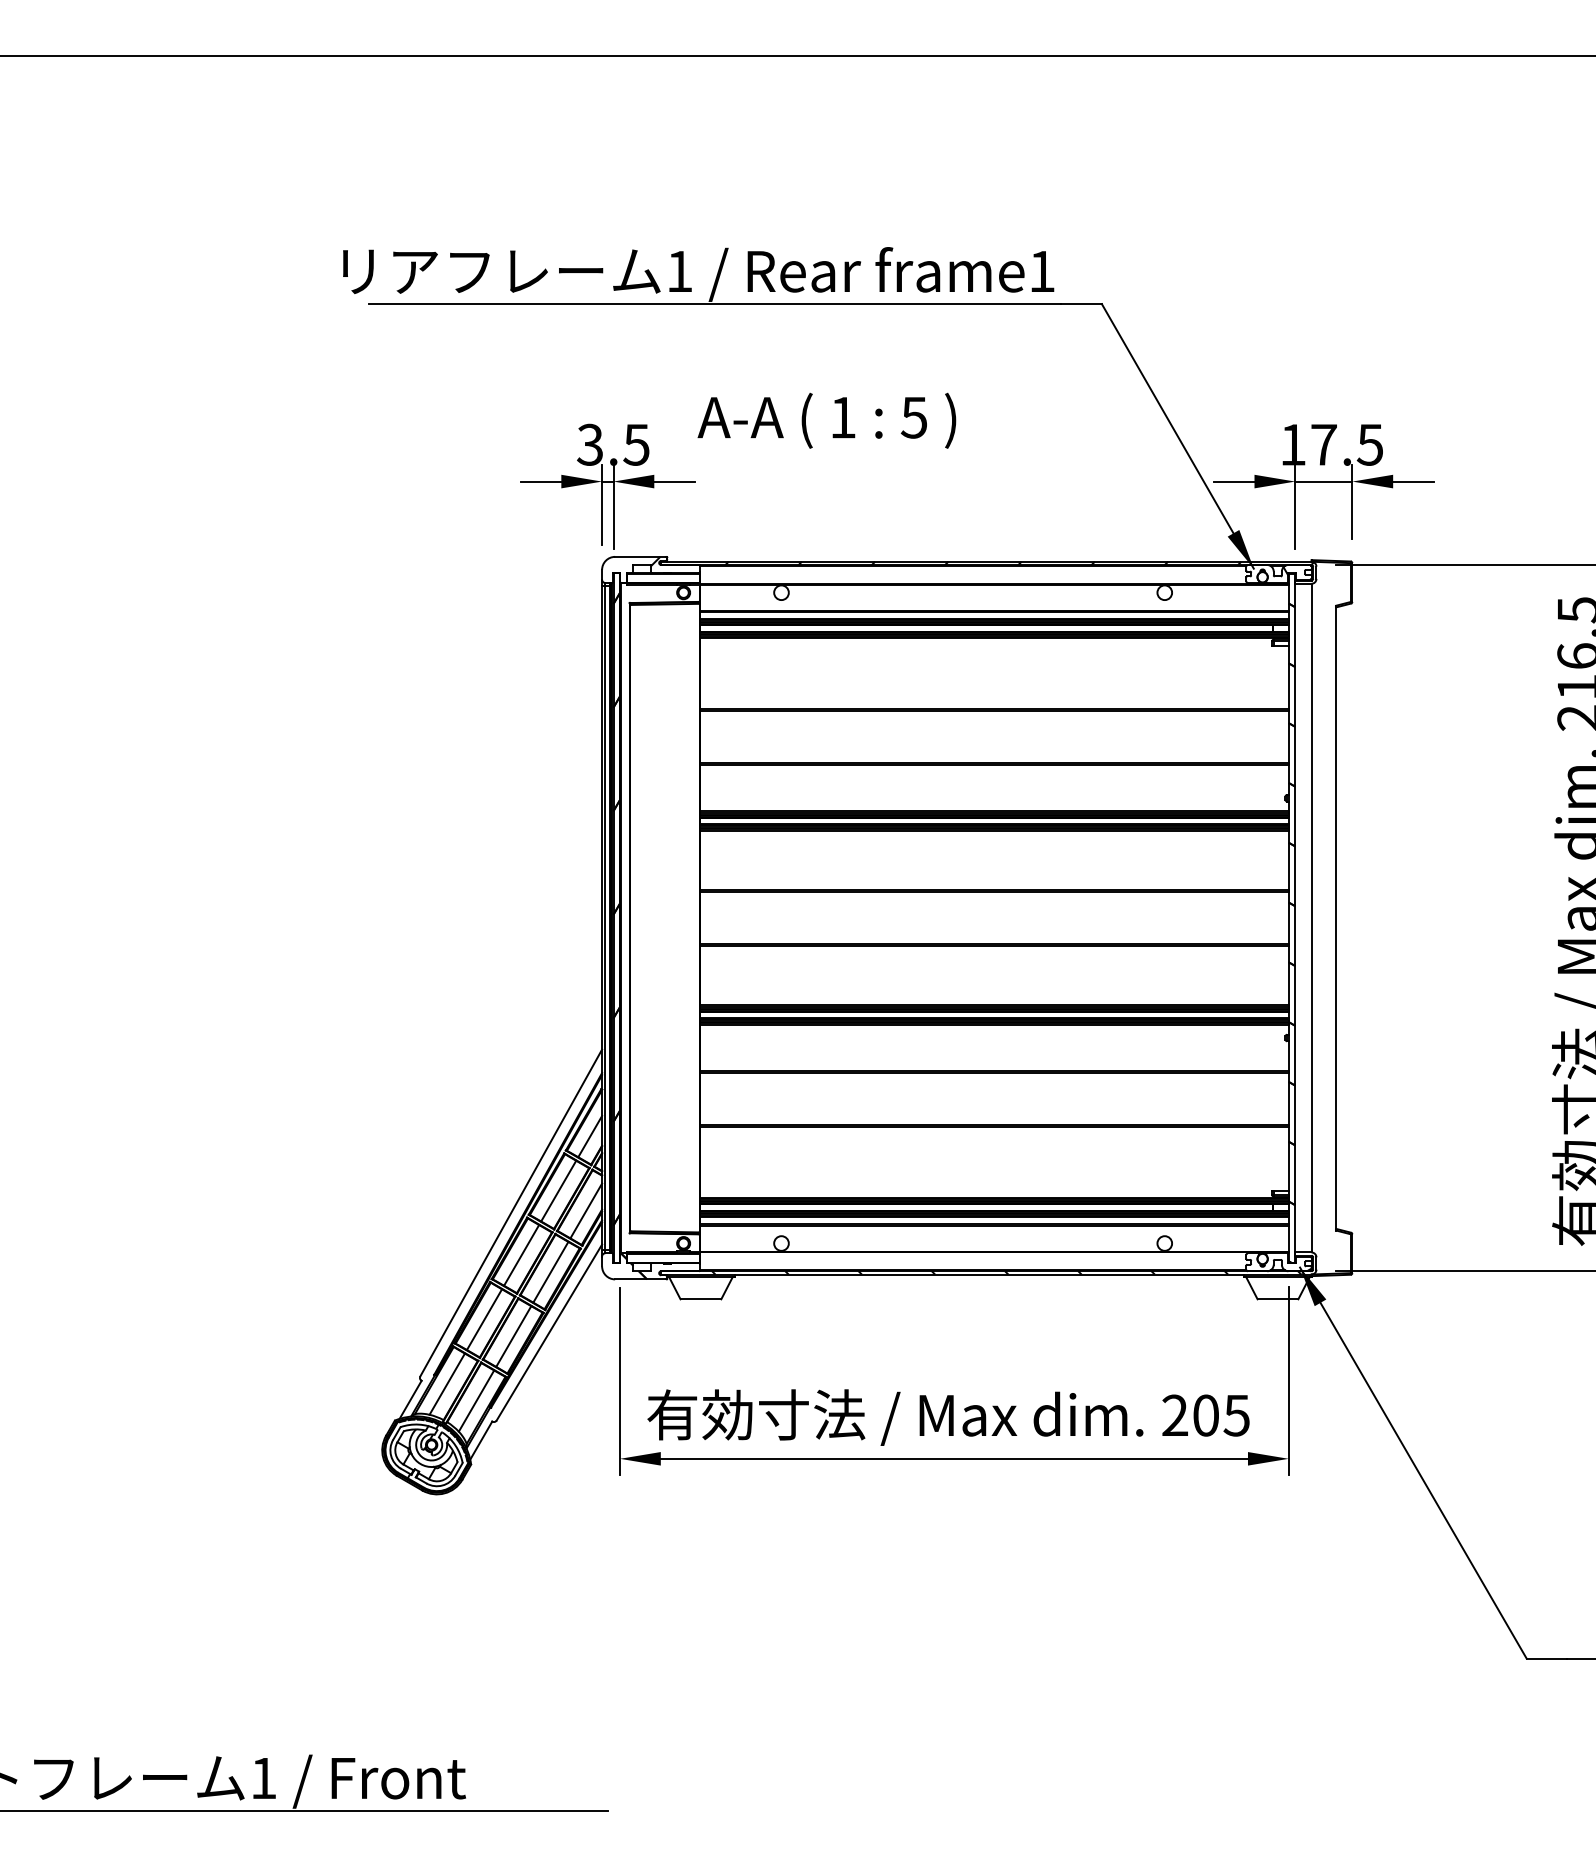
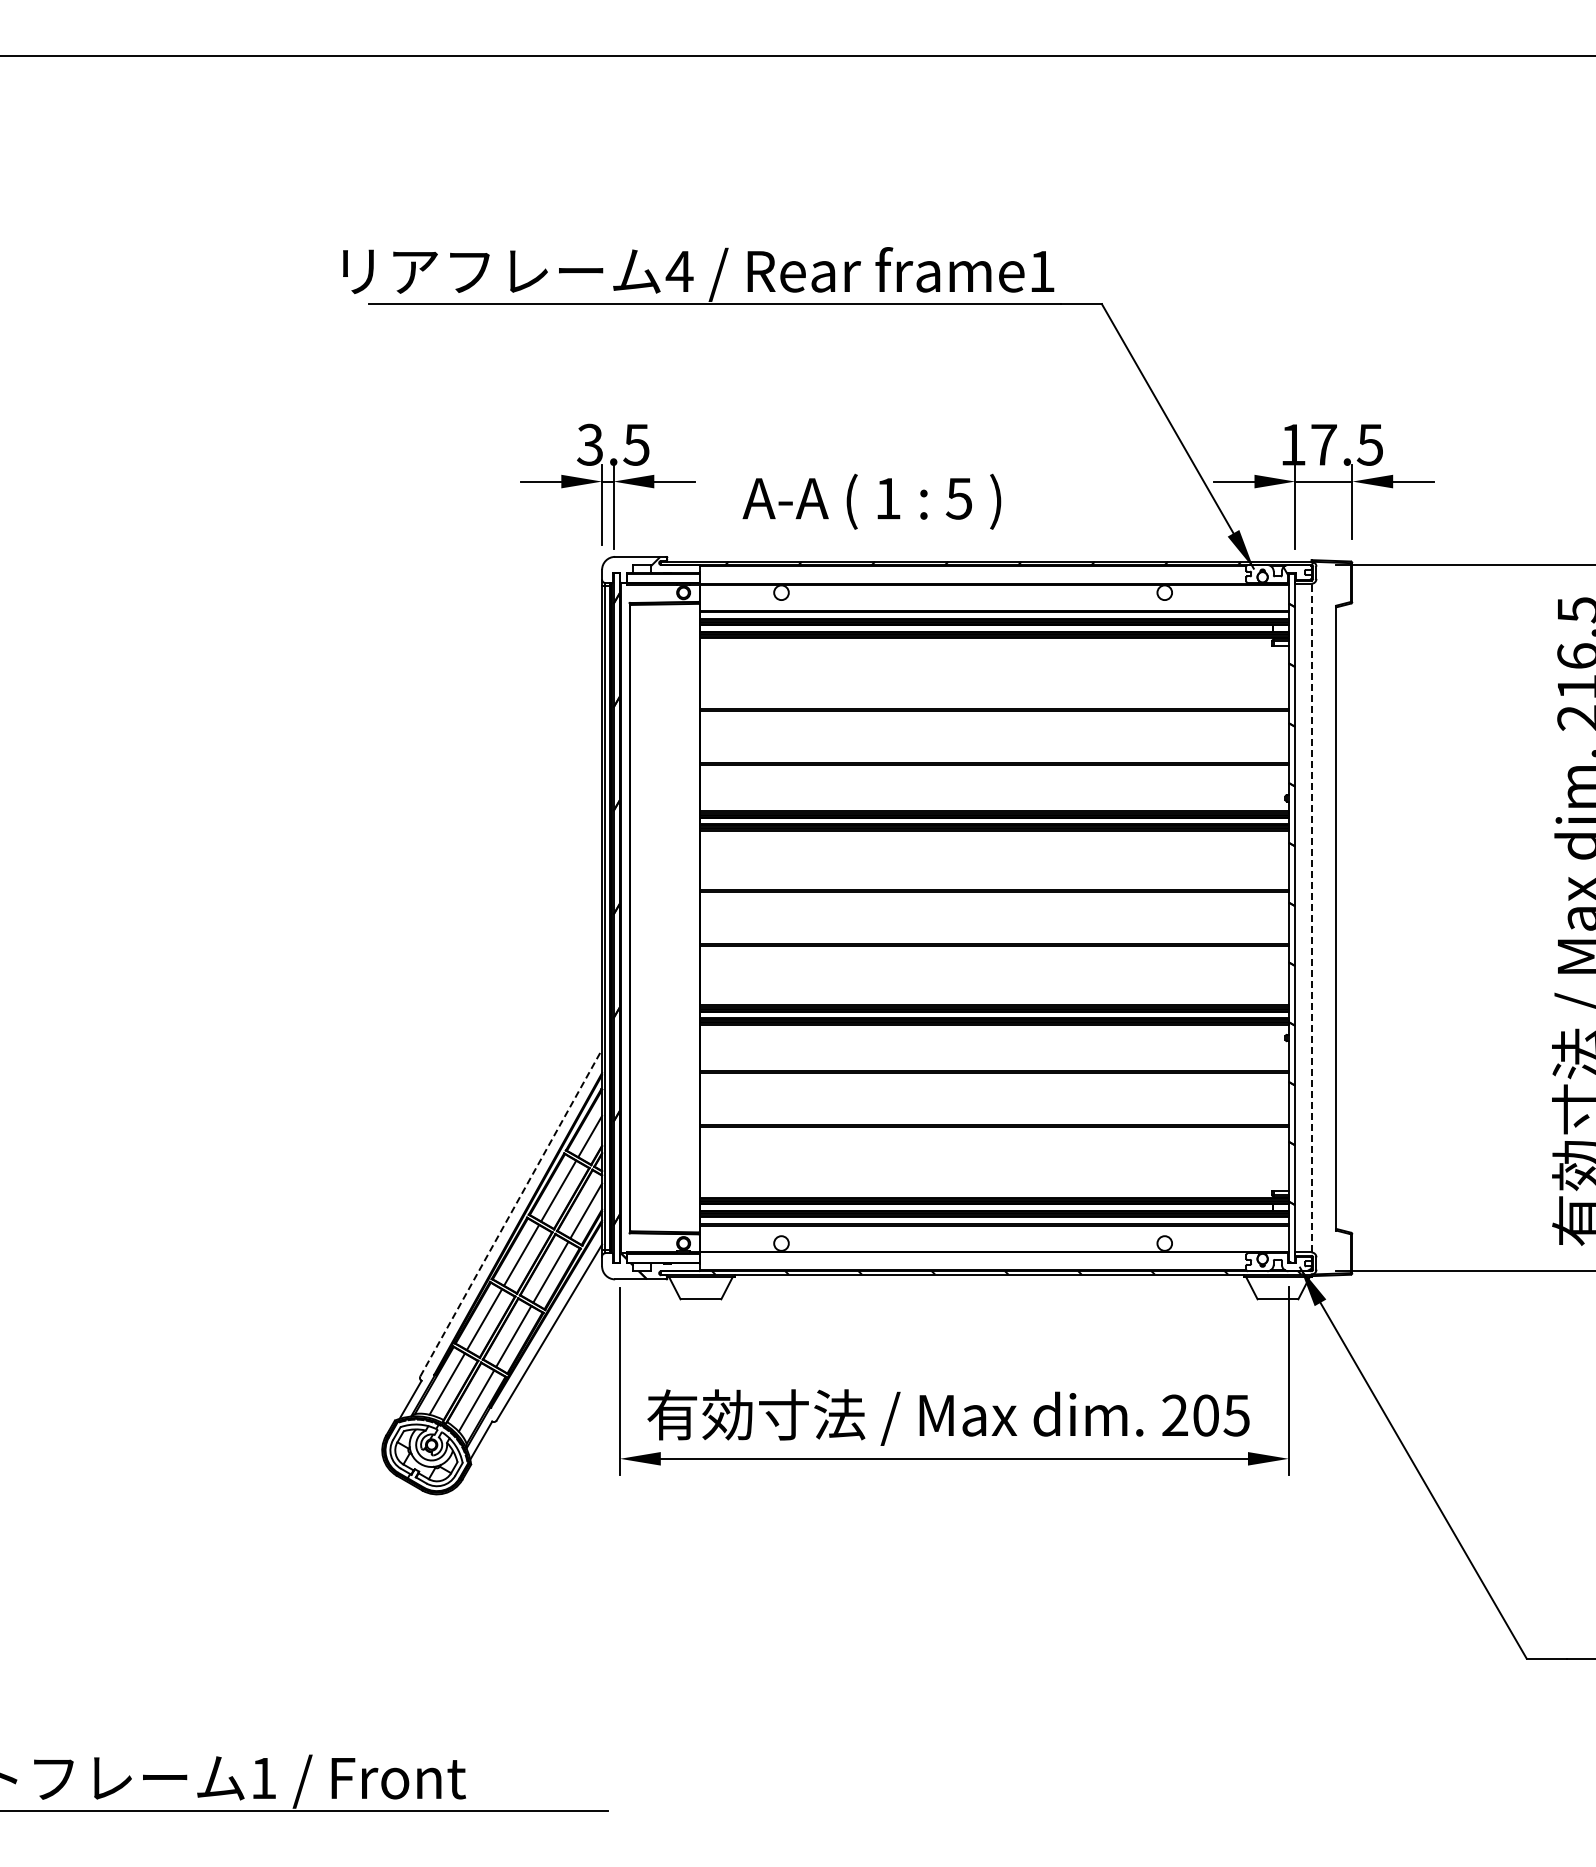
text at (679, 271): 1 -> 4
text at (826, 420) position: (826, 420) -> (871, 501)
line at (1311, 917): solid -> dashed
line at (511, 1212): solid -> dashed
